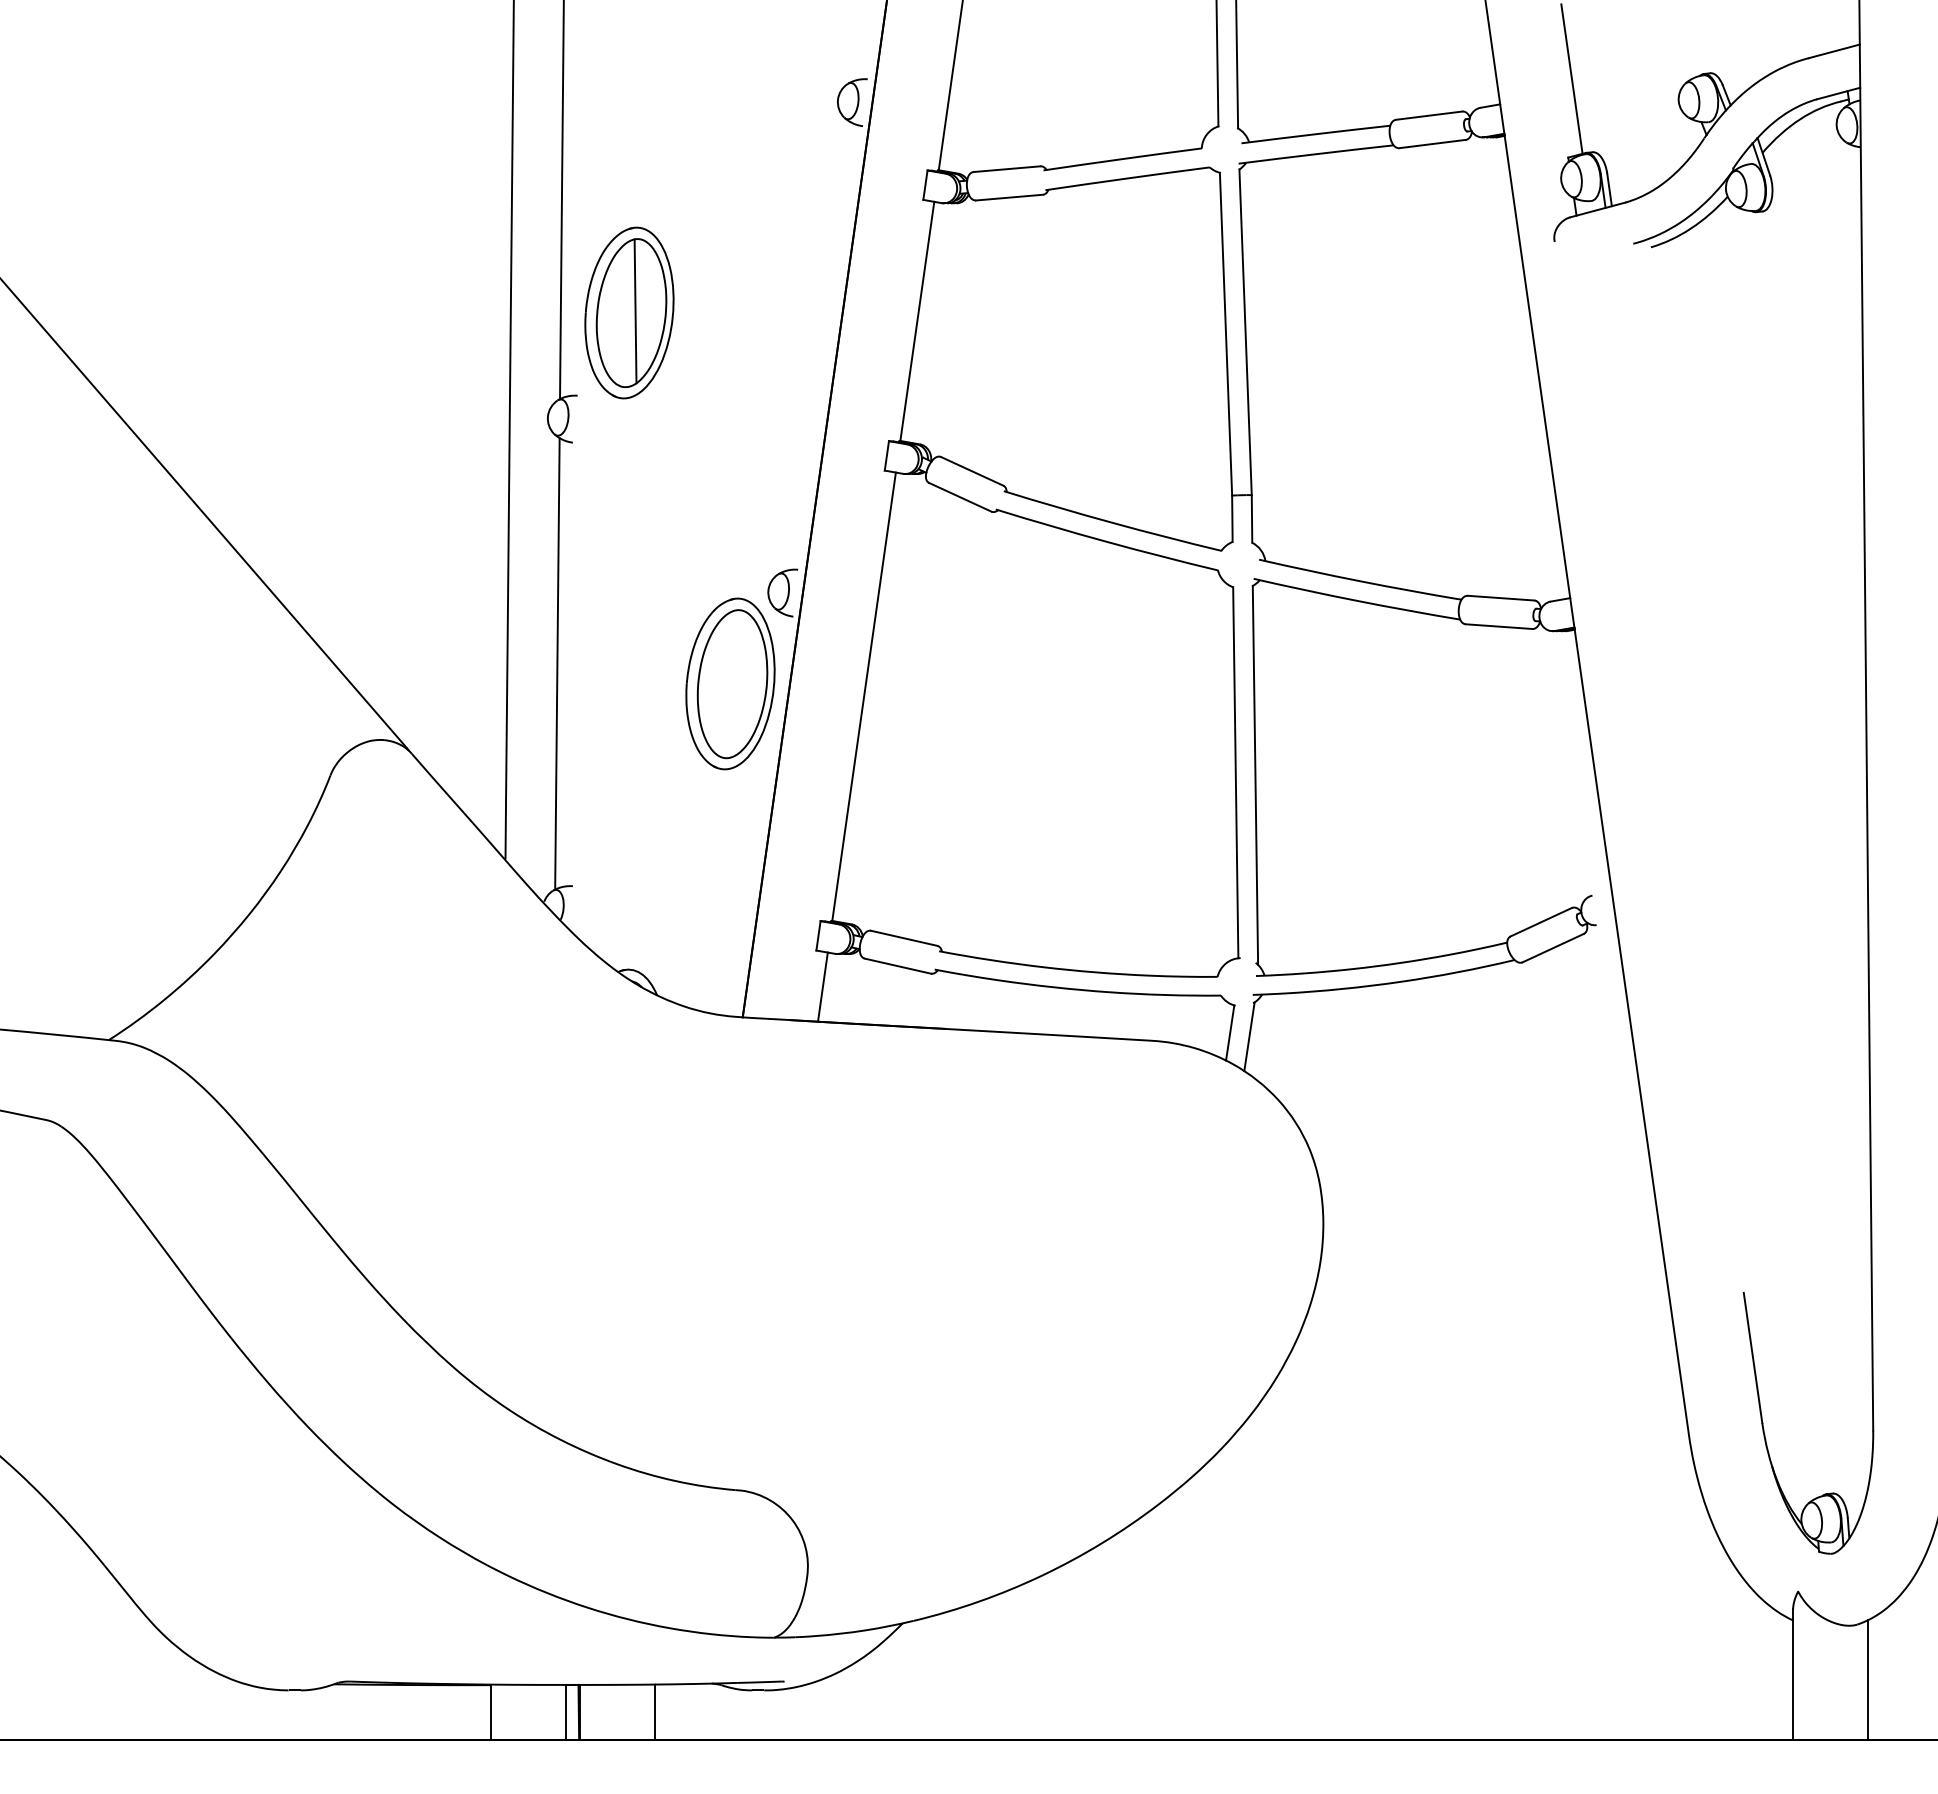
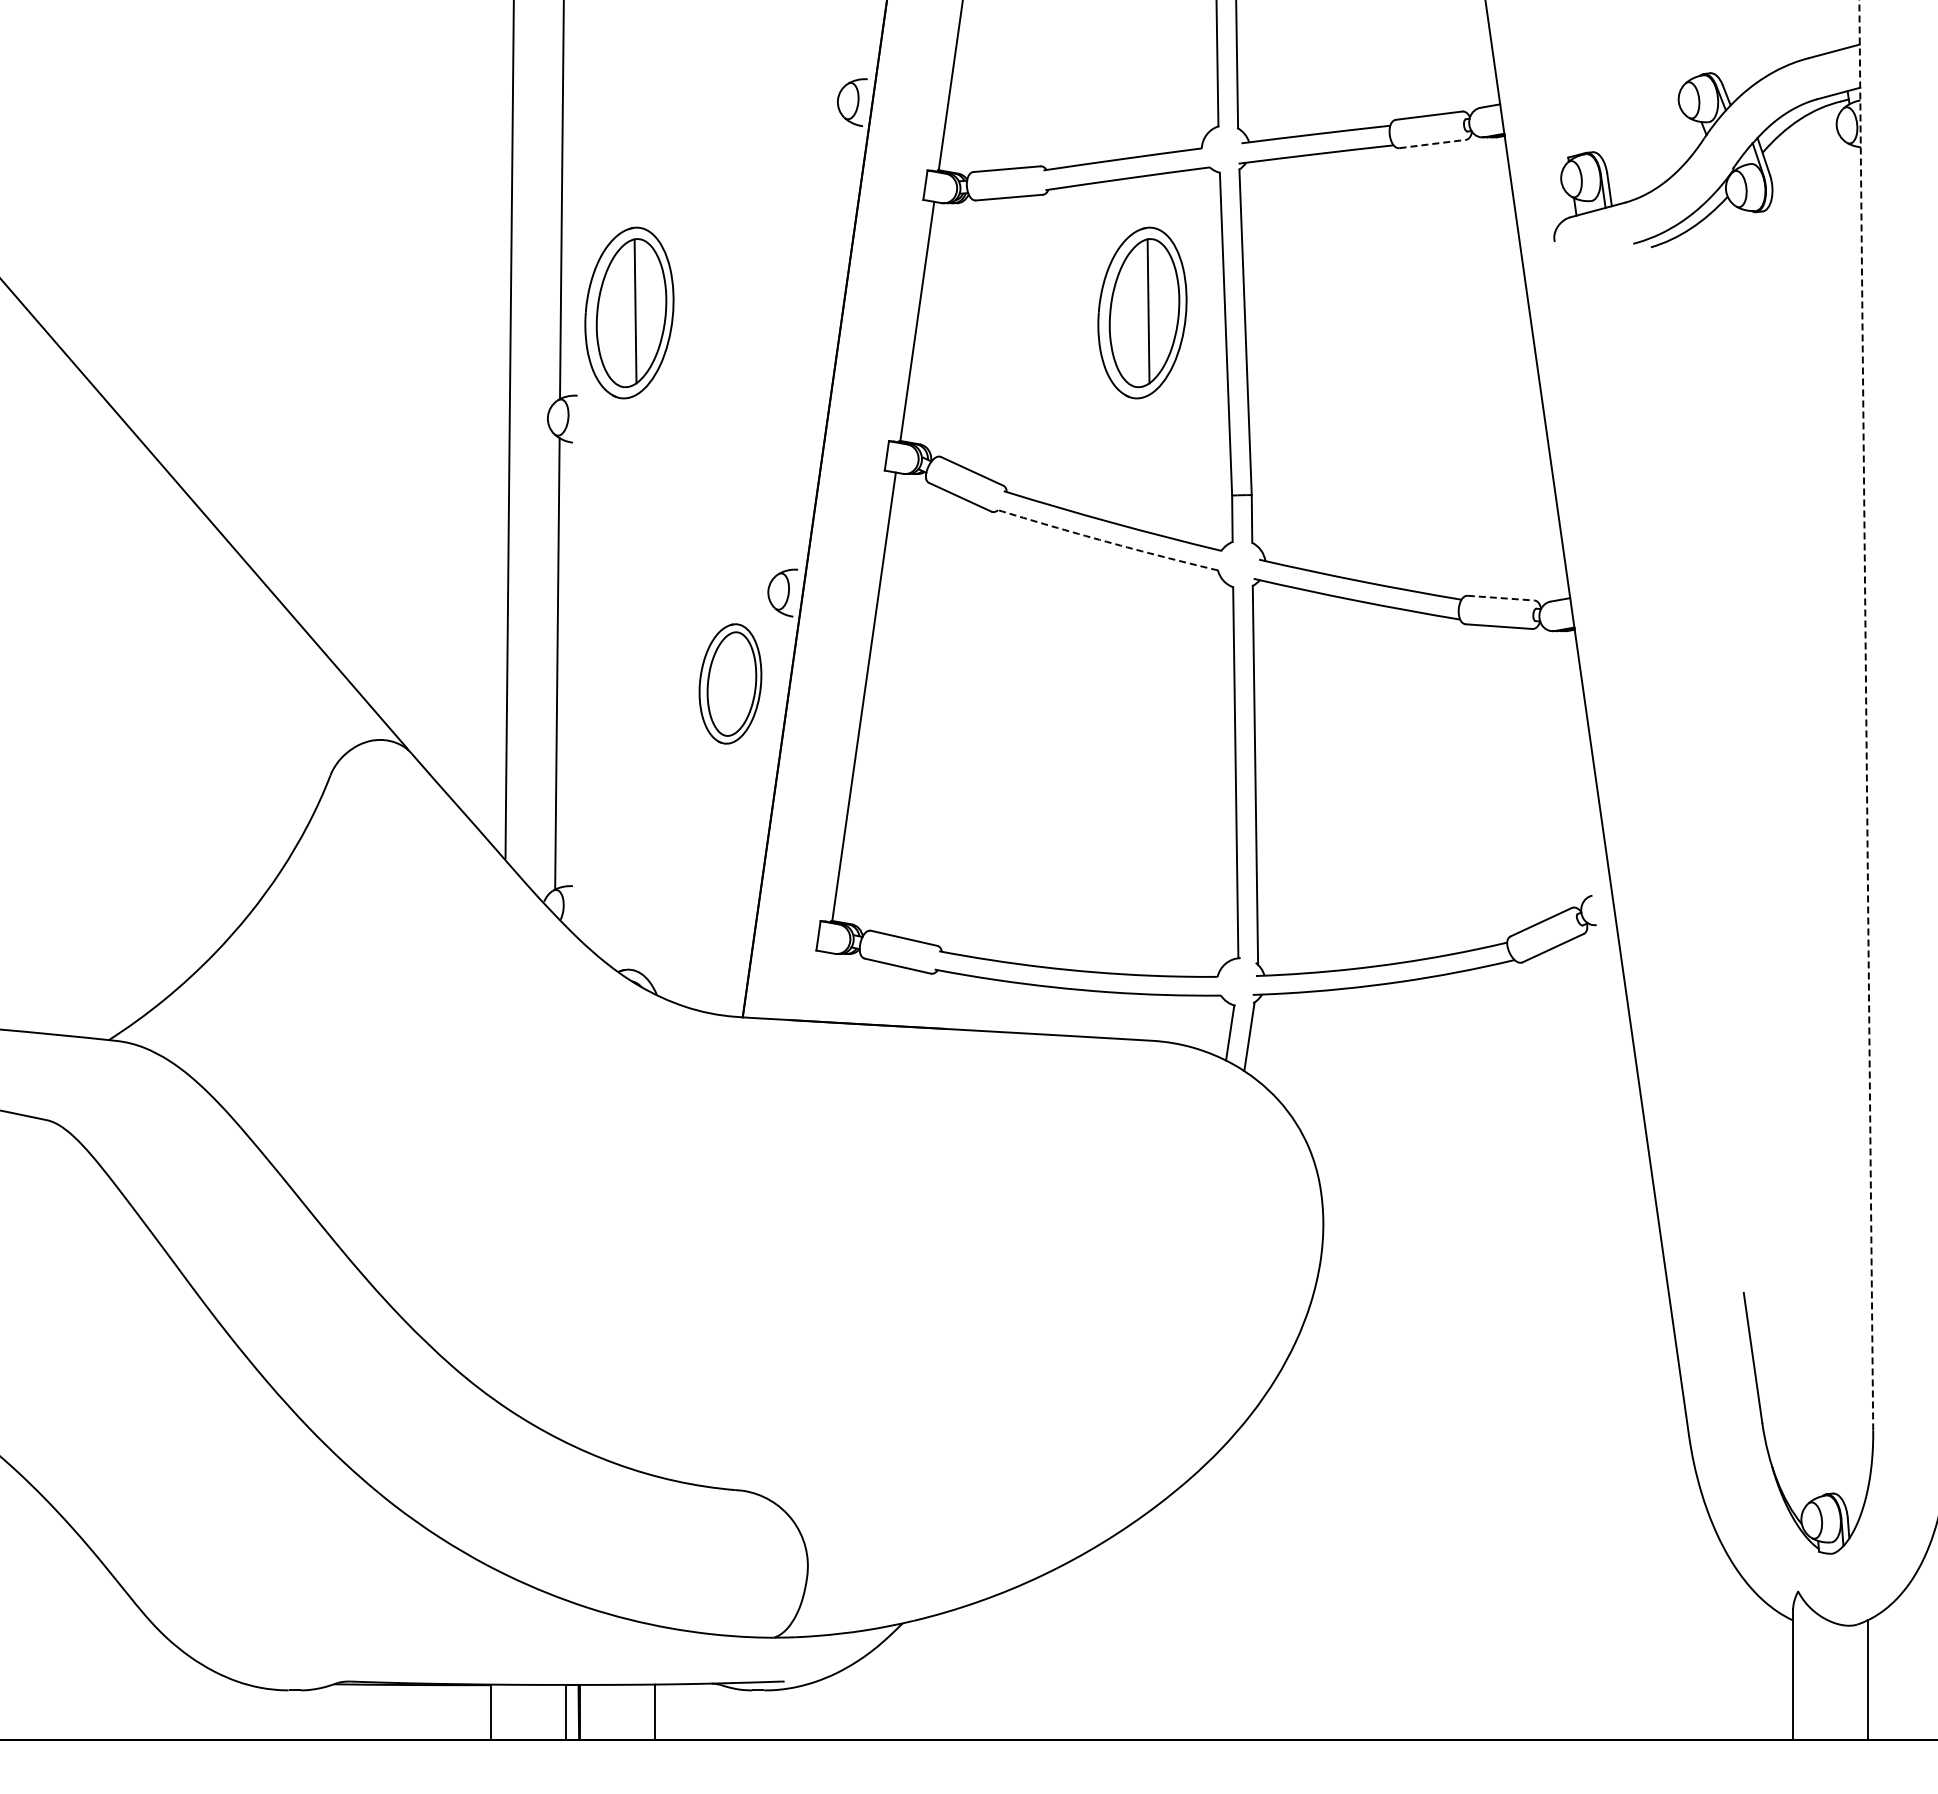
line at (1571, 78): present -> none
line at (1433, 143): solid -> dashed
part at (1142, 312): none -> present
line at (1106, 541): solid -> dashed
line at (1501, 598): solid -> dashed
part at (730, 683) size: 91x174 px -> 65x122 px
line at (1866, 715): solid -> dashed
line at (822, 986): present -> none
